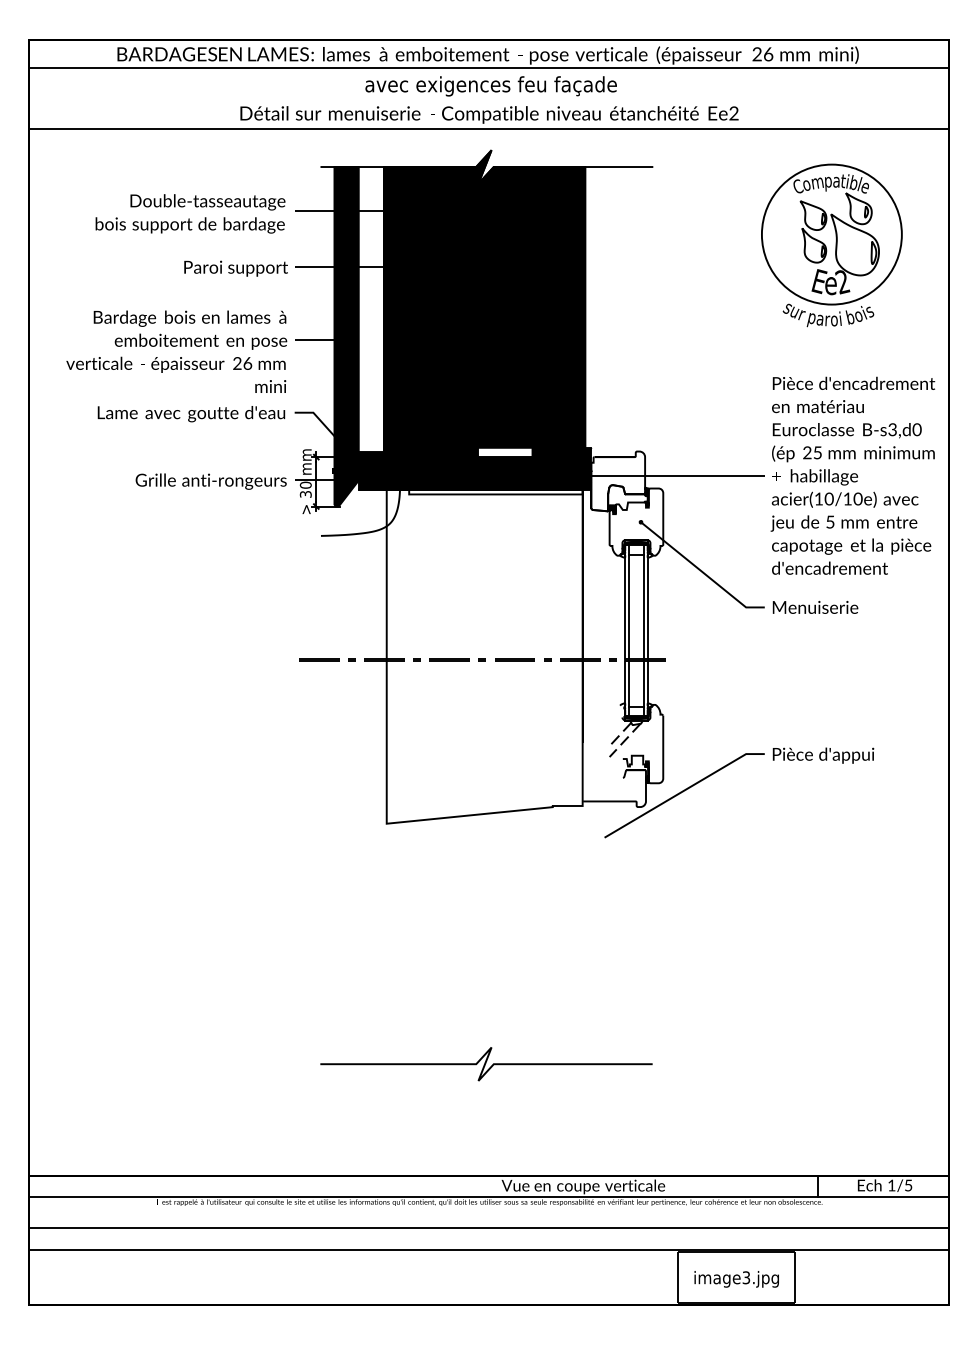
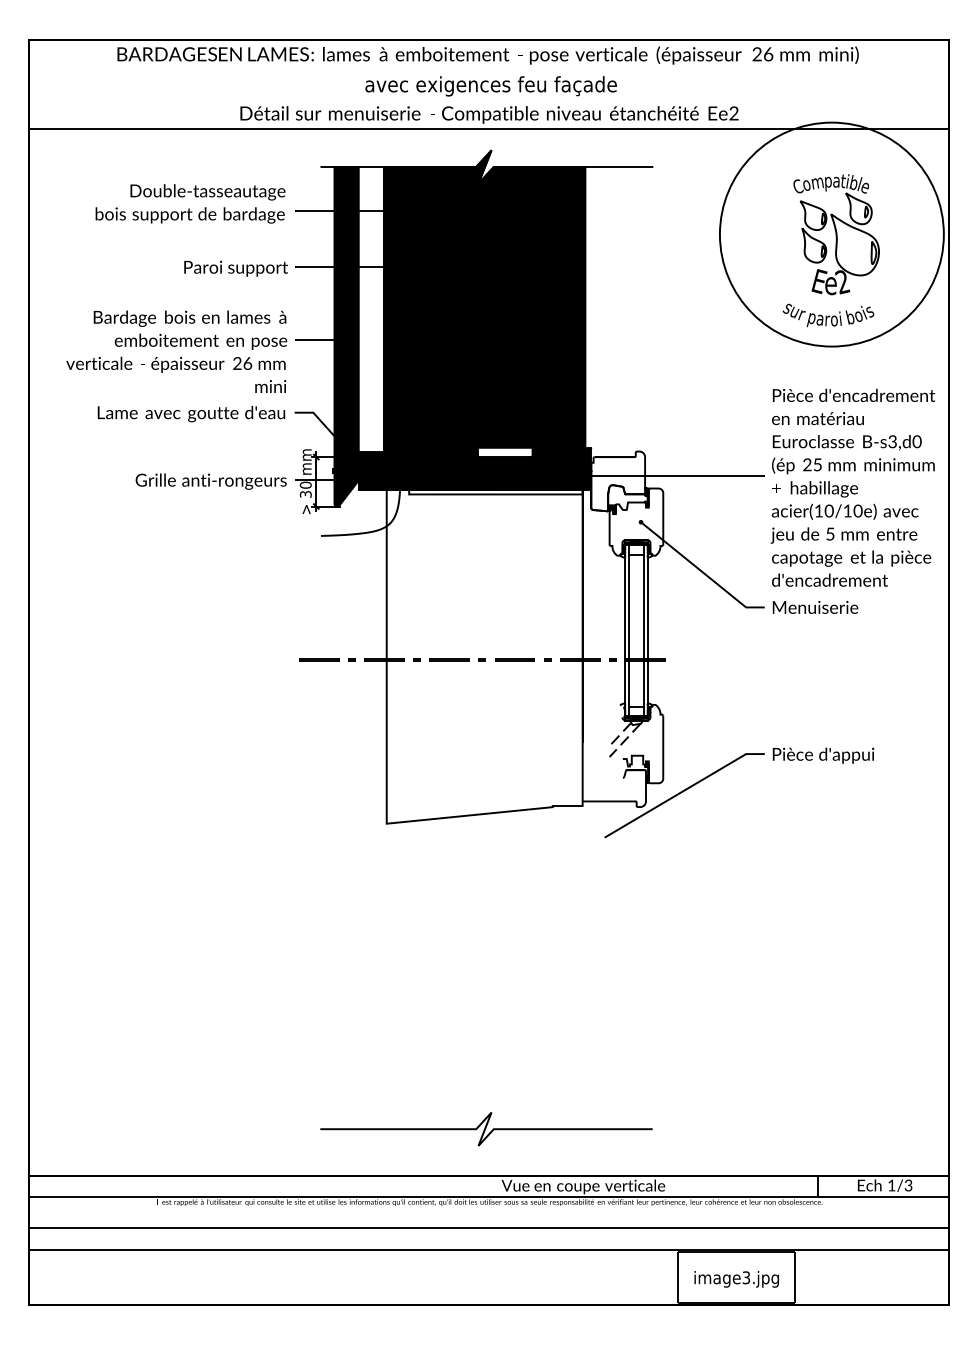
line at (488, 68): present -> none
text at (190, 213) position: (190, 213) -> (190, 203)
circle at (831, 234) diameter: 140 px -> 224 px
text at (852, 475) position: (852, 475) -> (852, 487)
curve at (486, 1063) position: (486, 1063) -> (486, 1128)
text at (908, 1185): 1/5 -> 1/3
